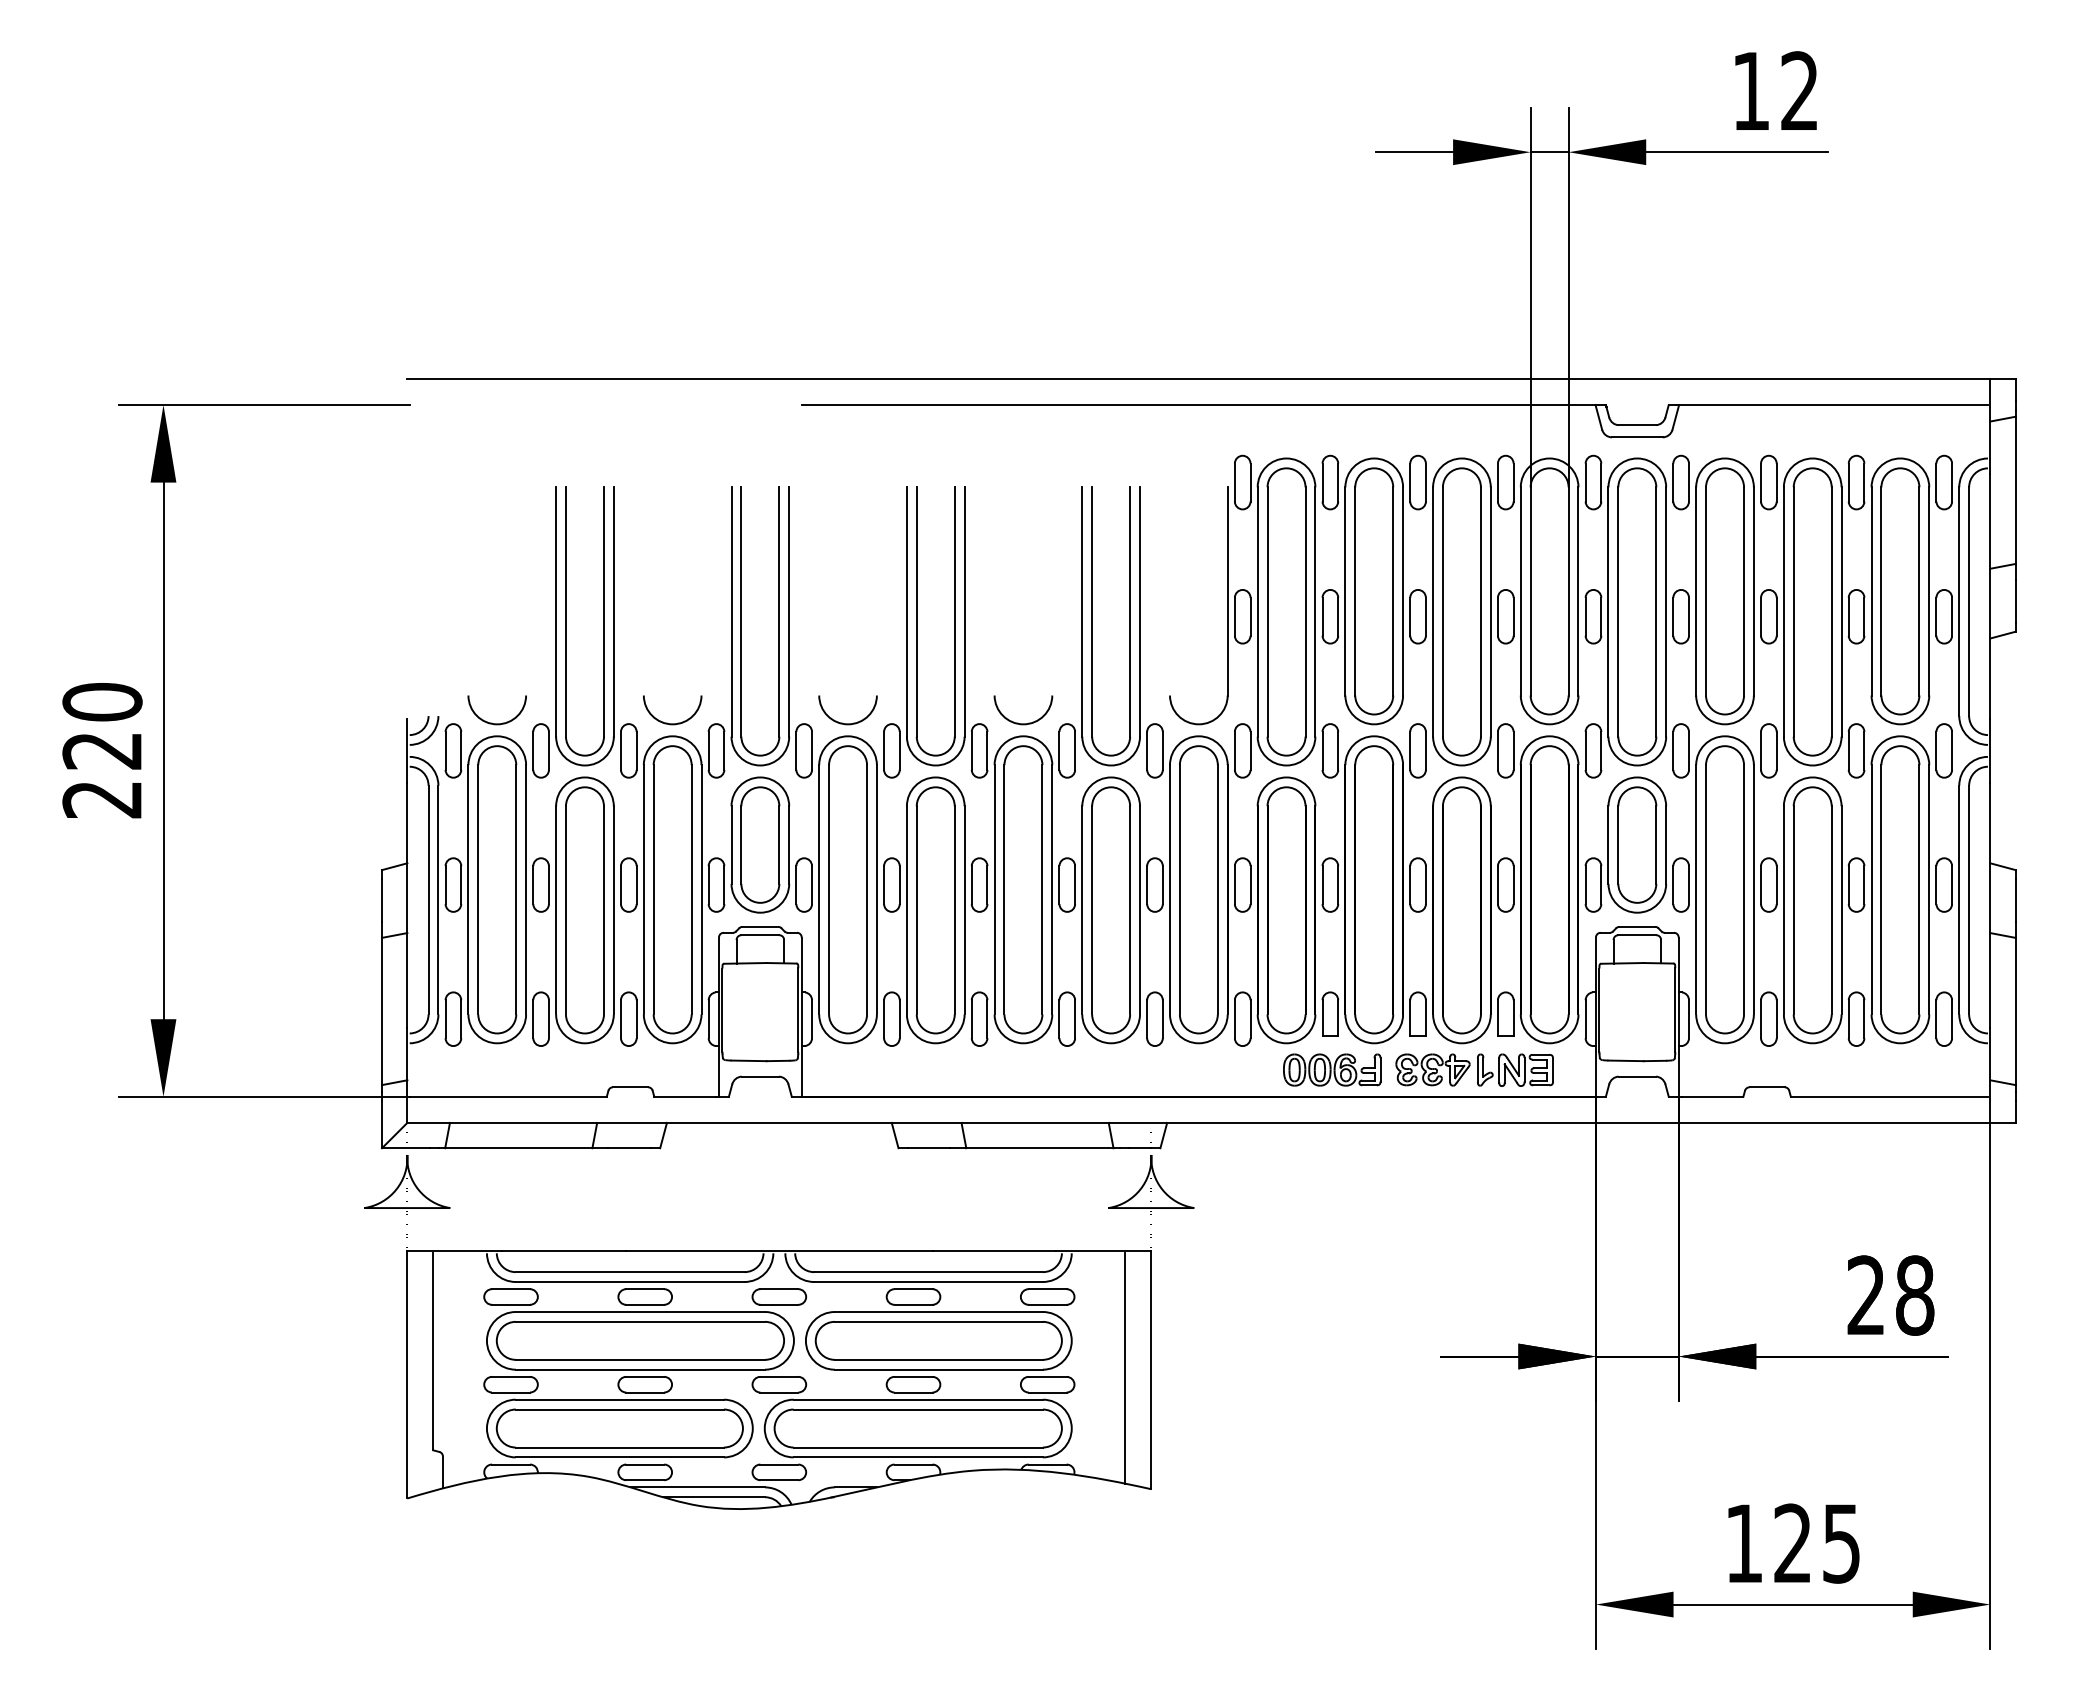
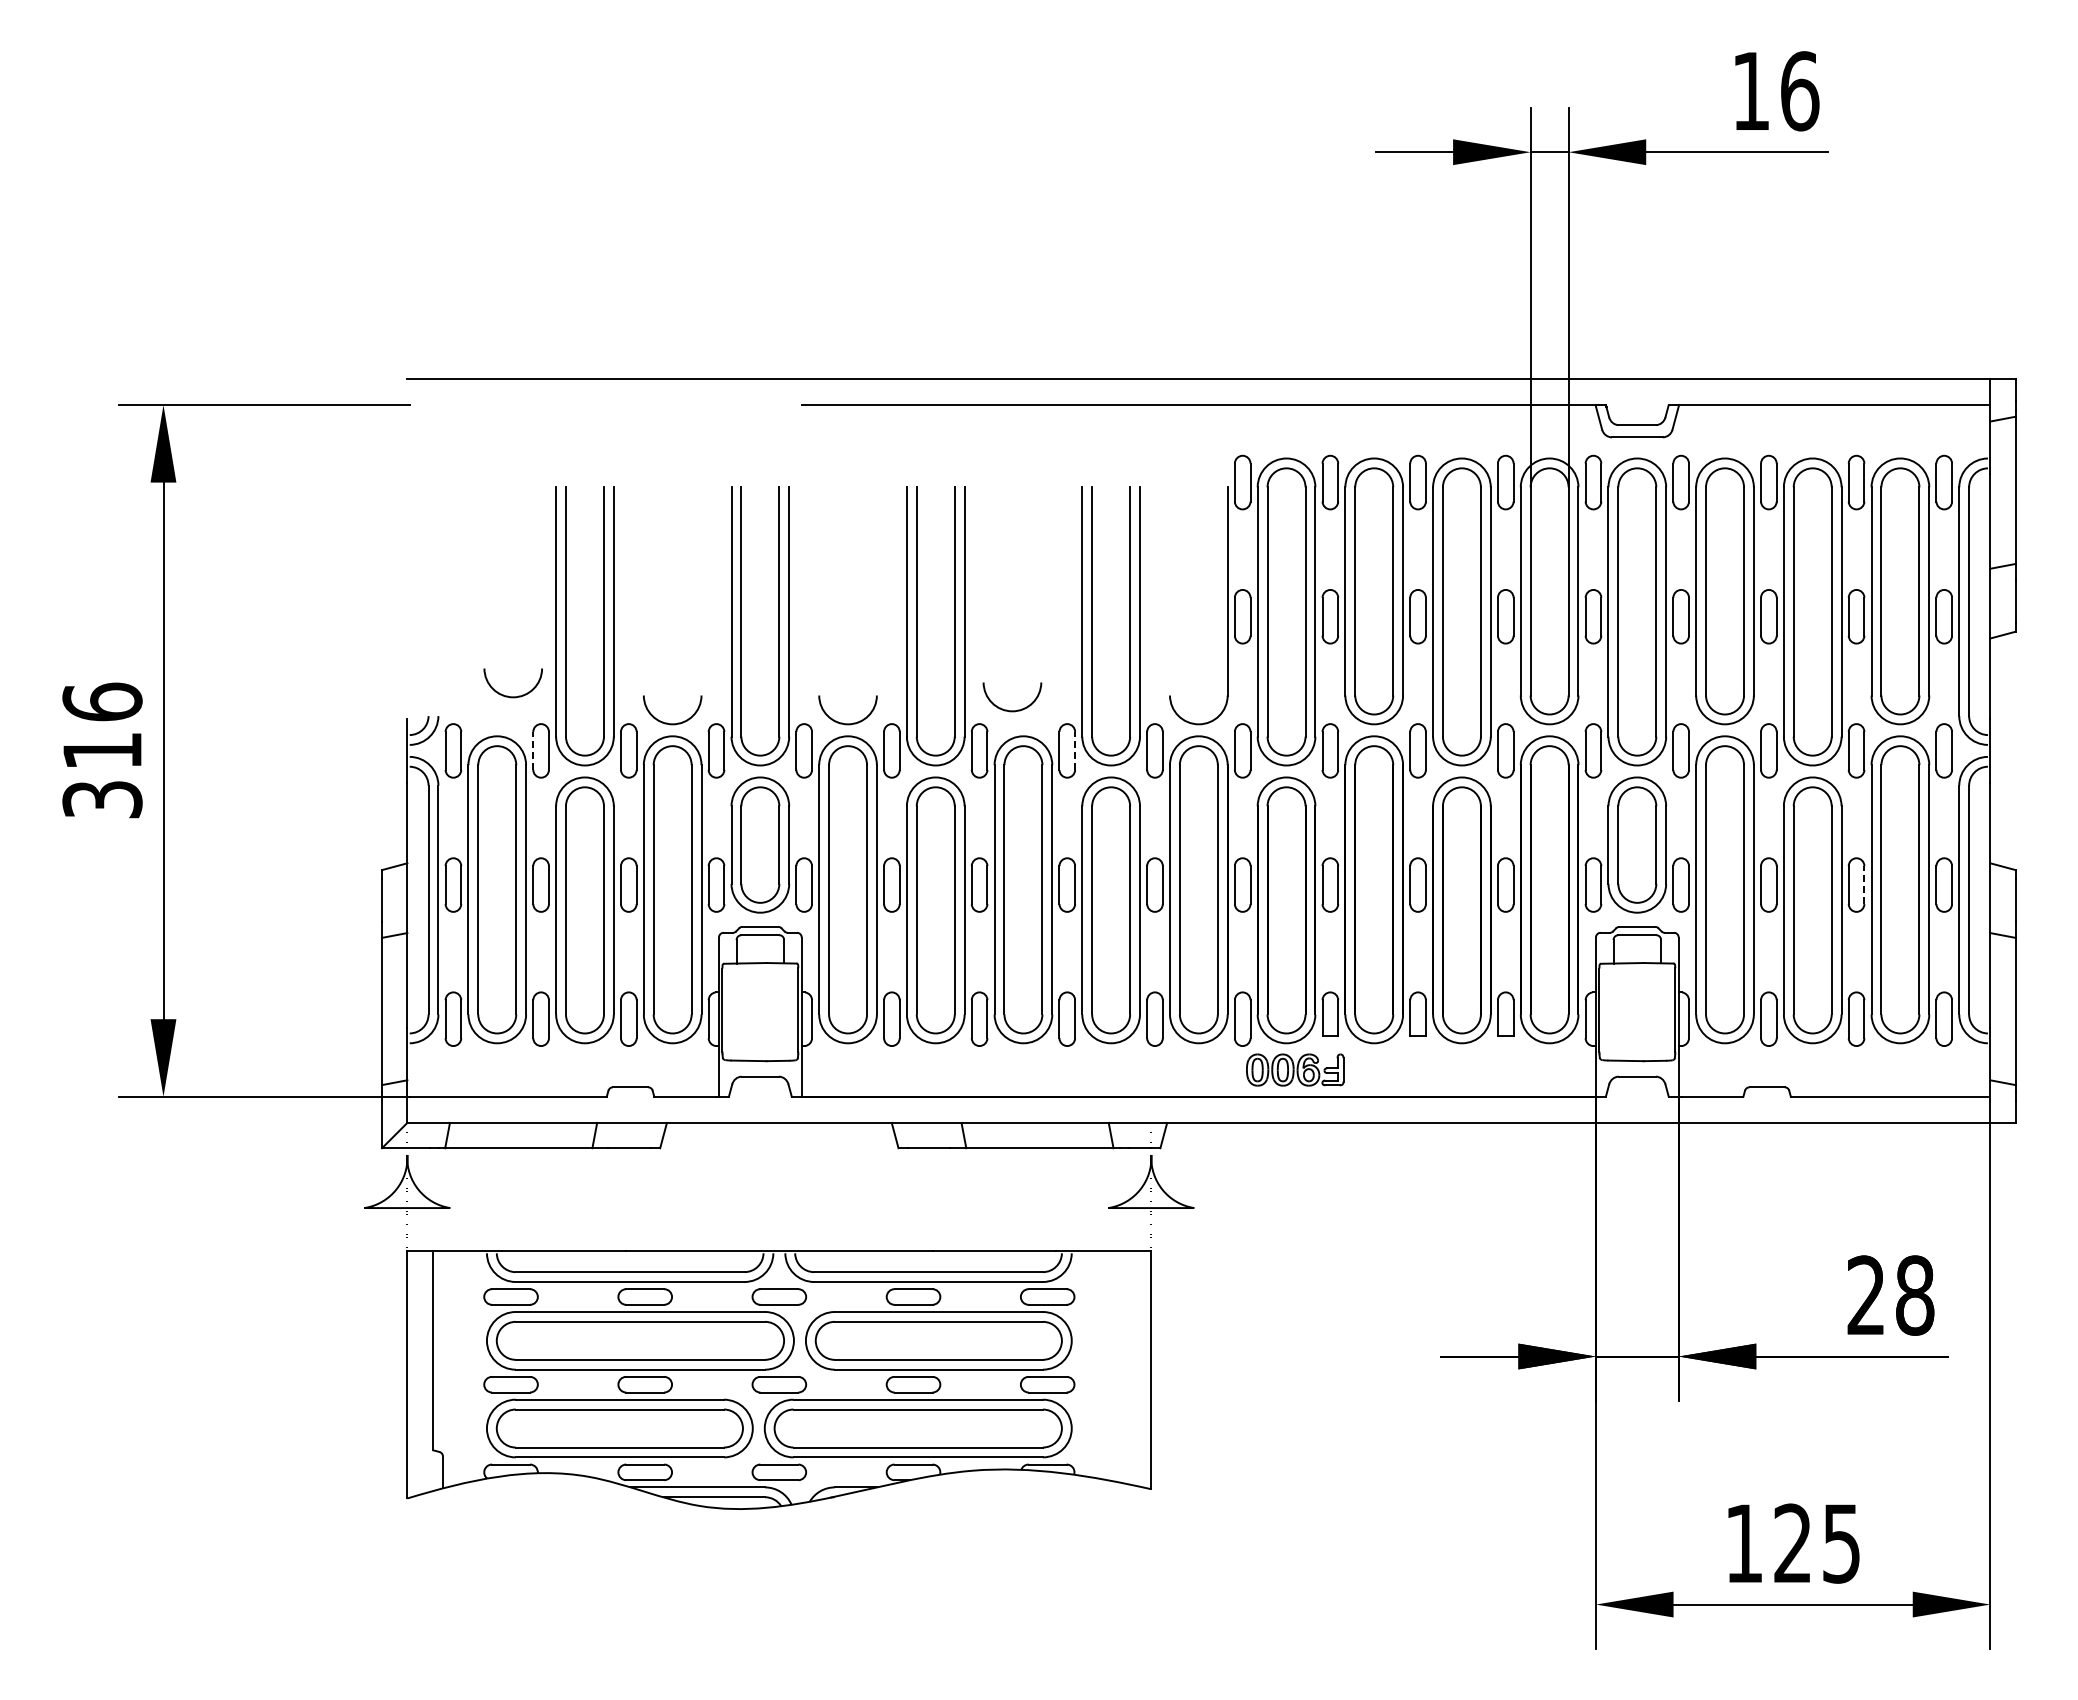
text at (1800, 91): 12 -> 16
arc at (491, 722) position: (491, 722) -> (507, 695)
arc at (1018, 722) position: (1018, 722) -> (1007, 709)
text at (102, 750): 220 -> 316
line at (533, 750): solid -> dashed
line at (1075, 750): solid -> dashed
line at (1864, 885): solid -> dashed
part at (1332, 1069) position: (1332, 1069) -> (1295, 1069)
part at (1474, 1069): present -> none
line at (1125, 1368): present -> none
